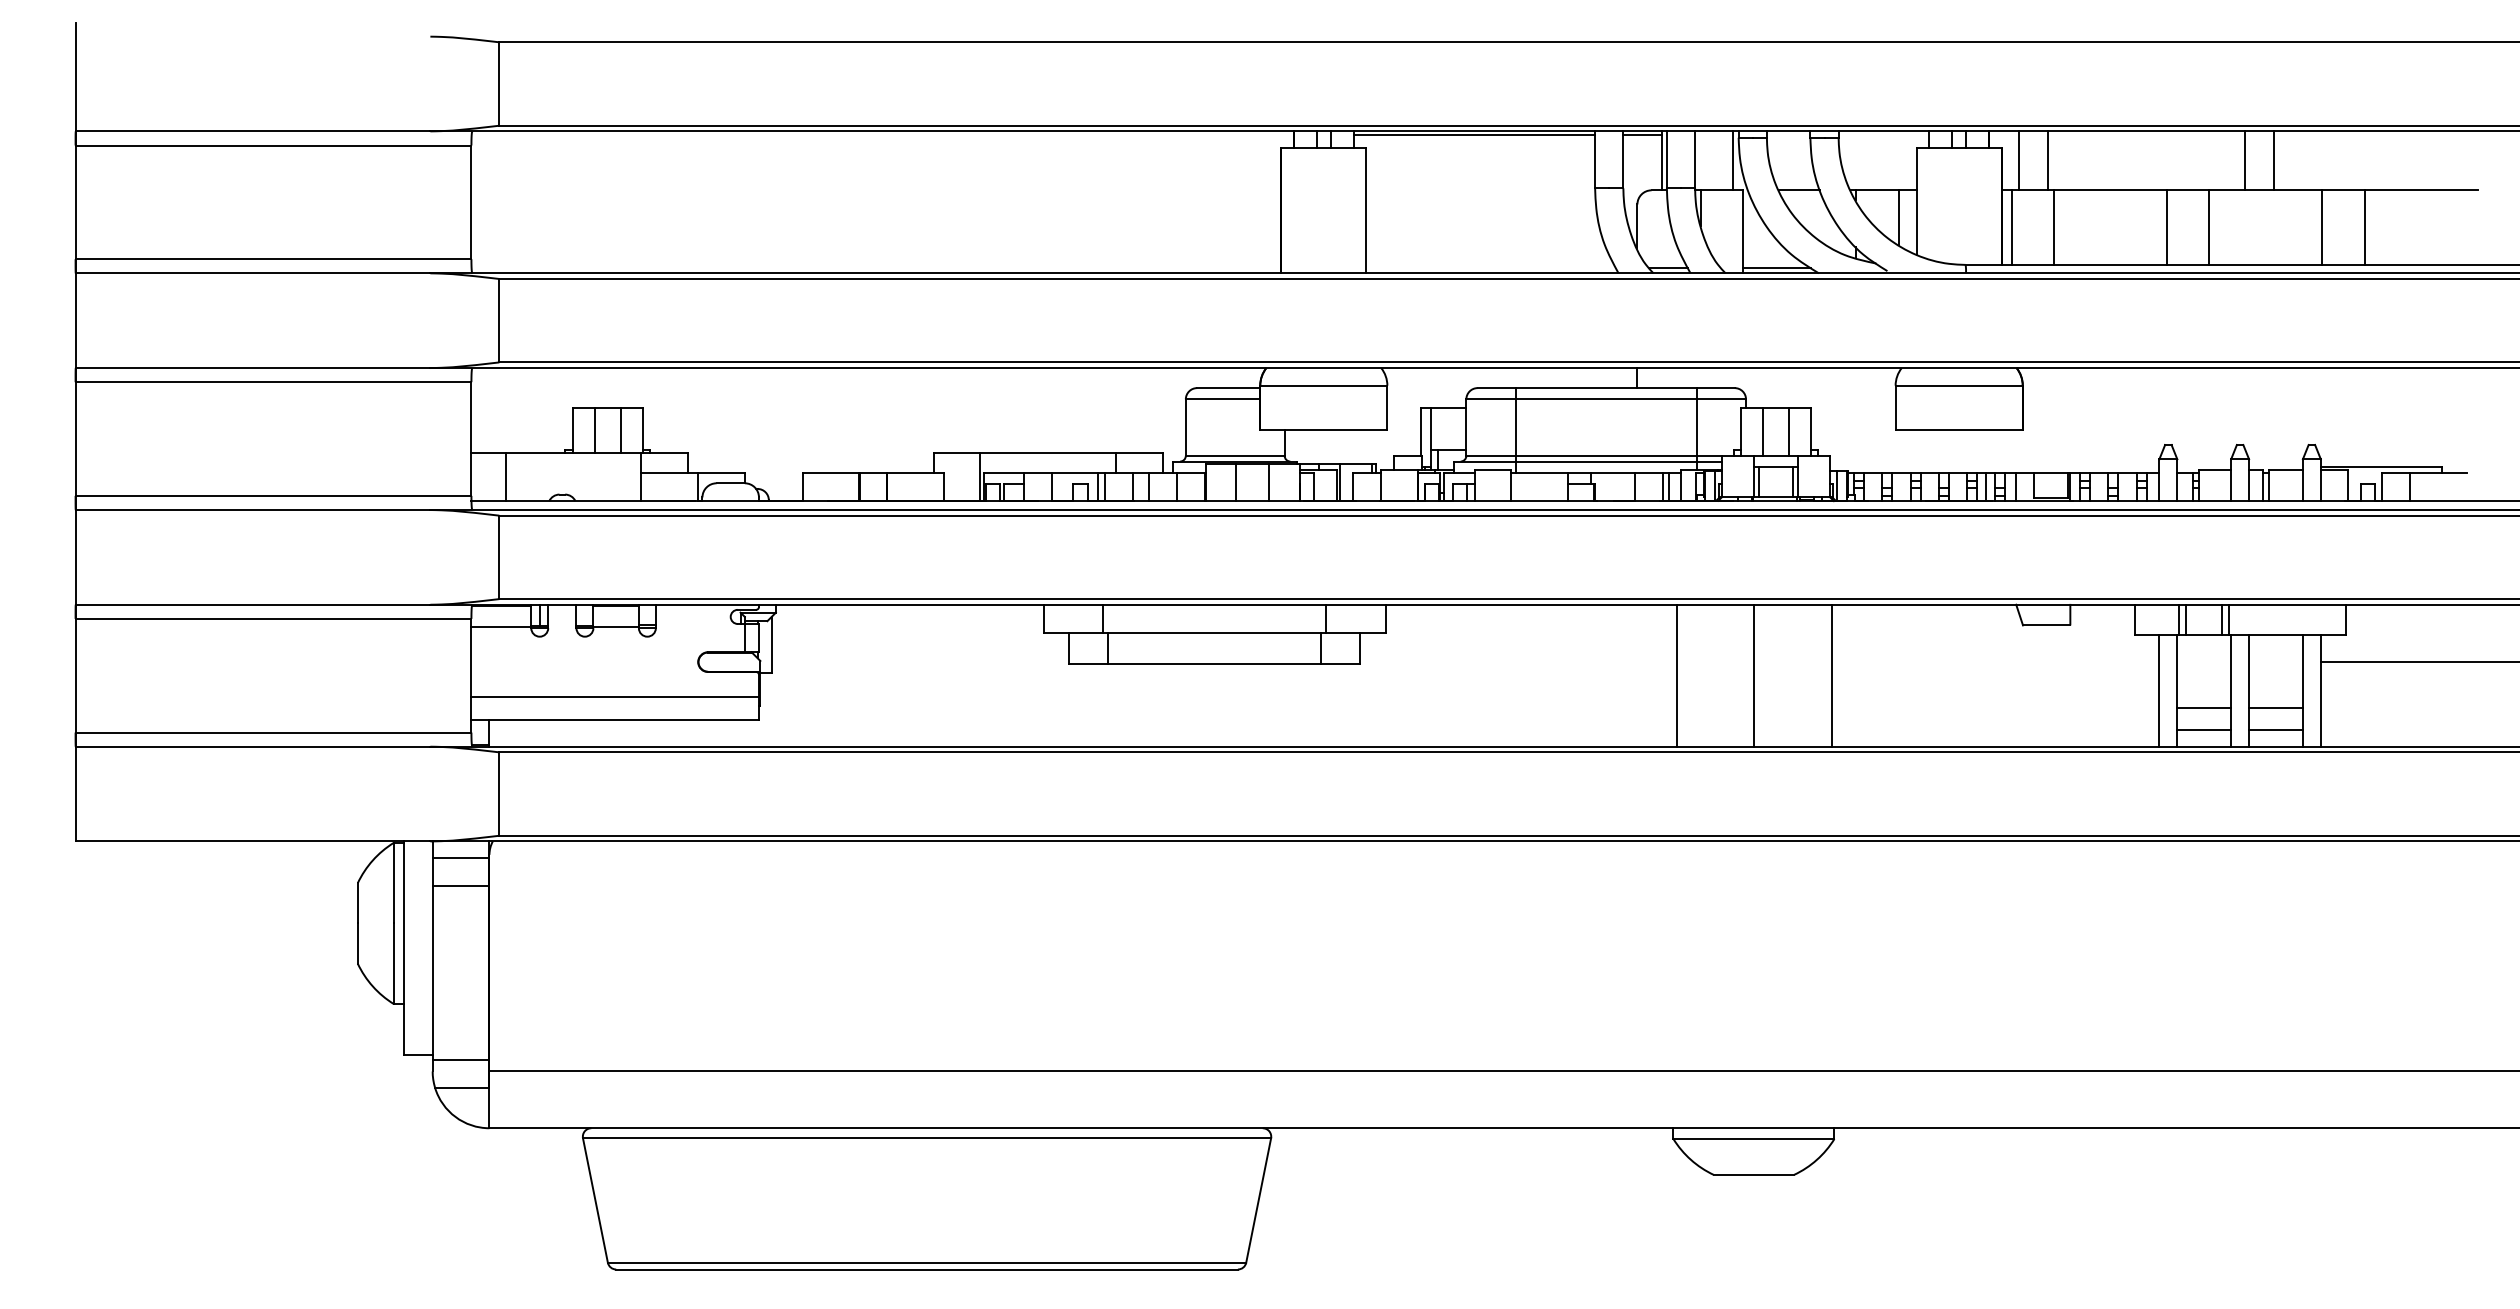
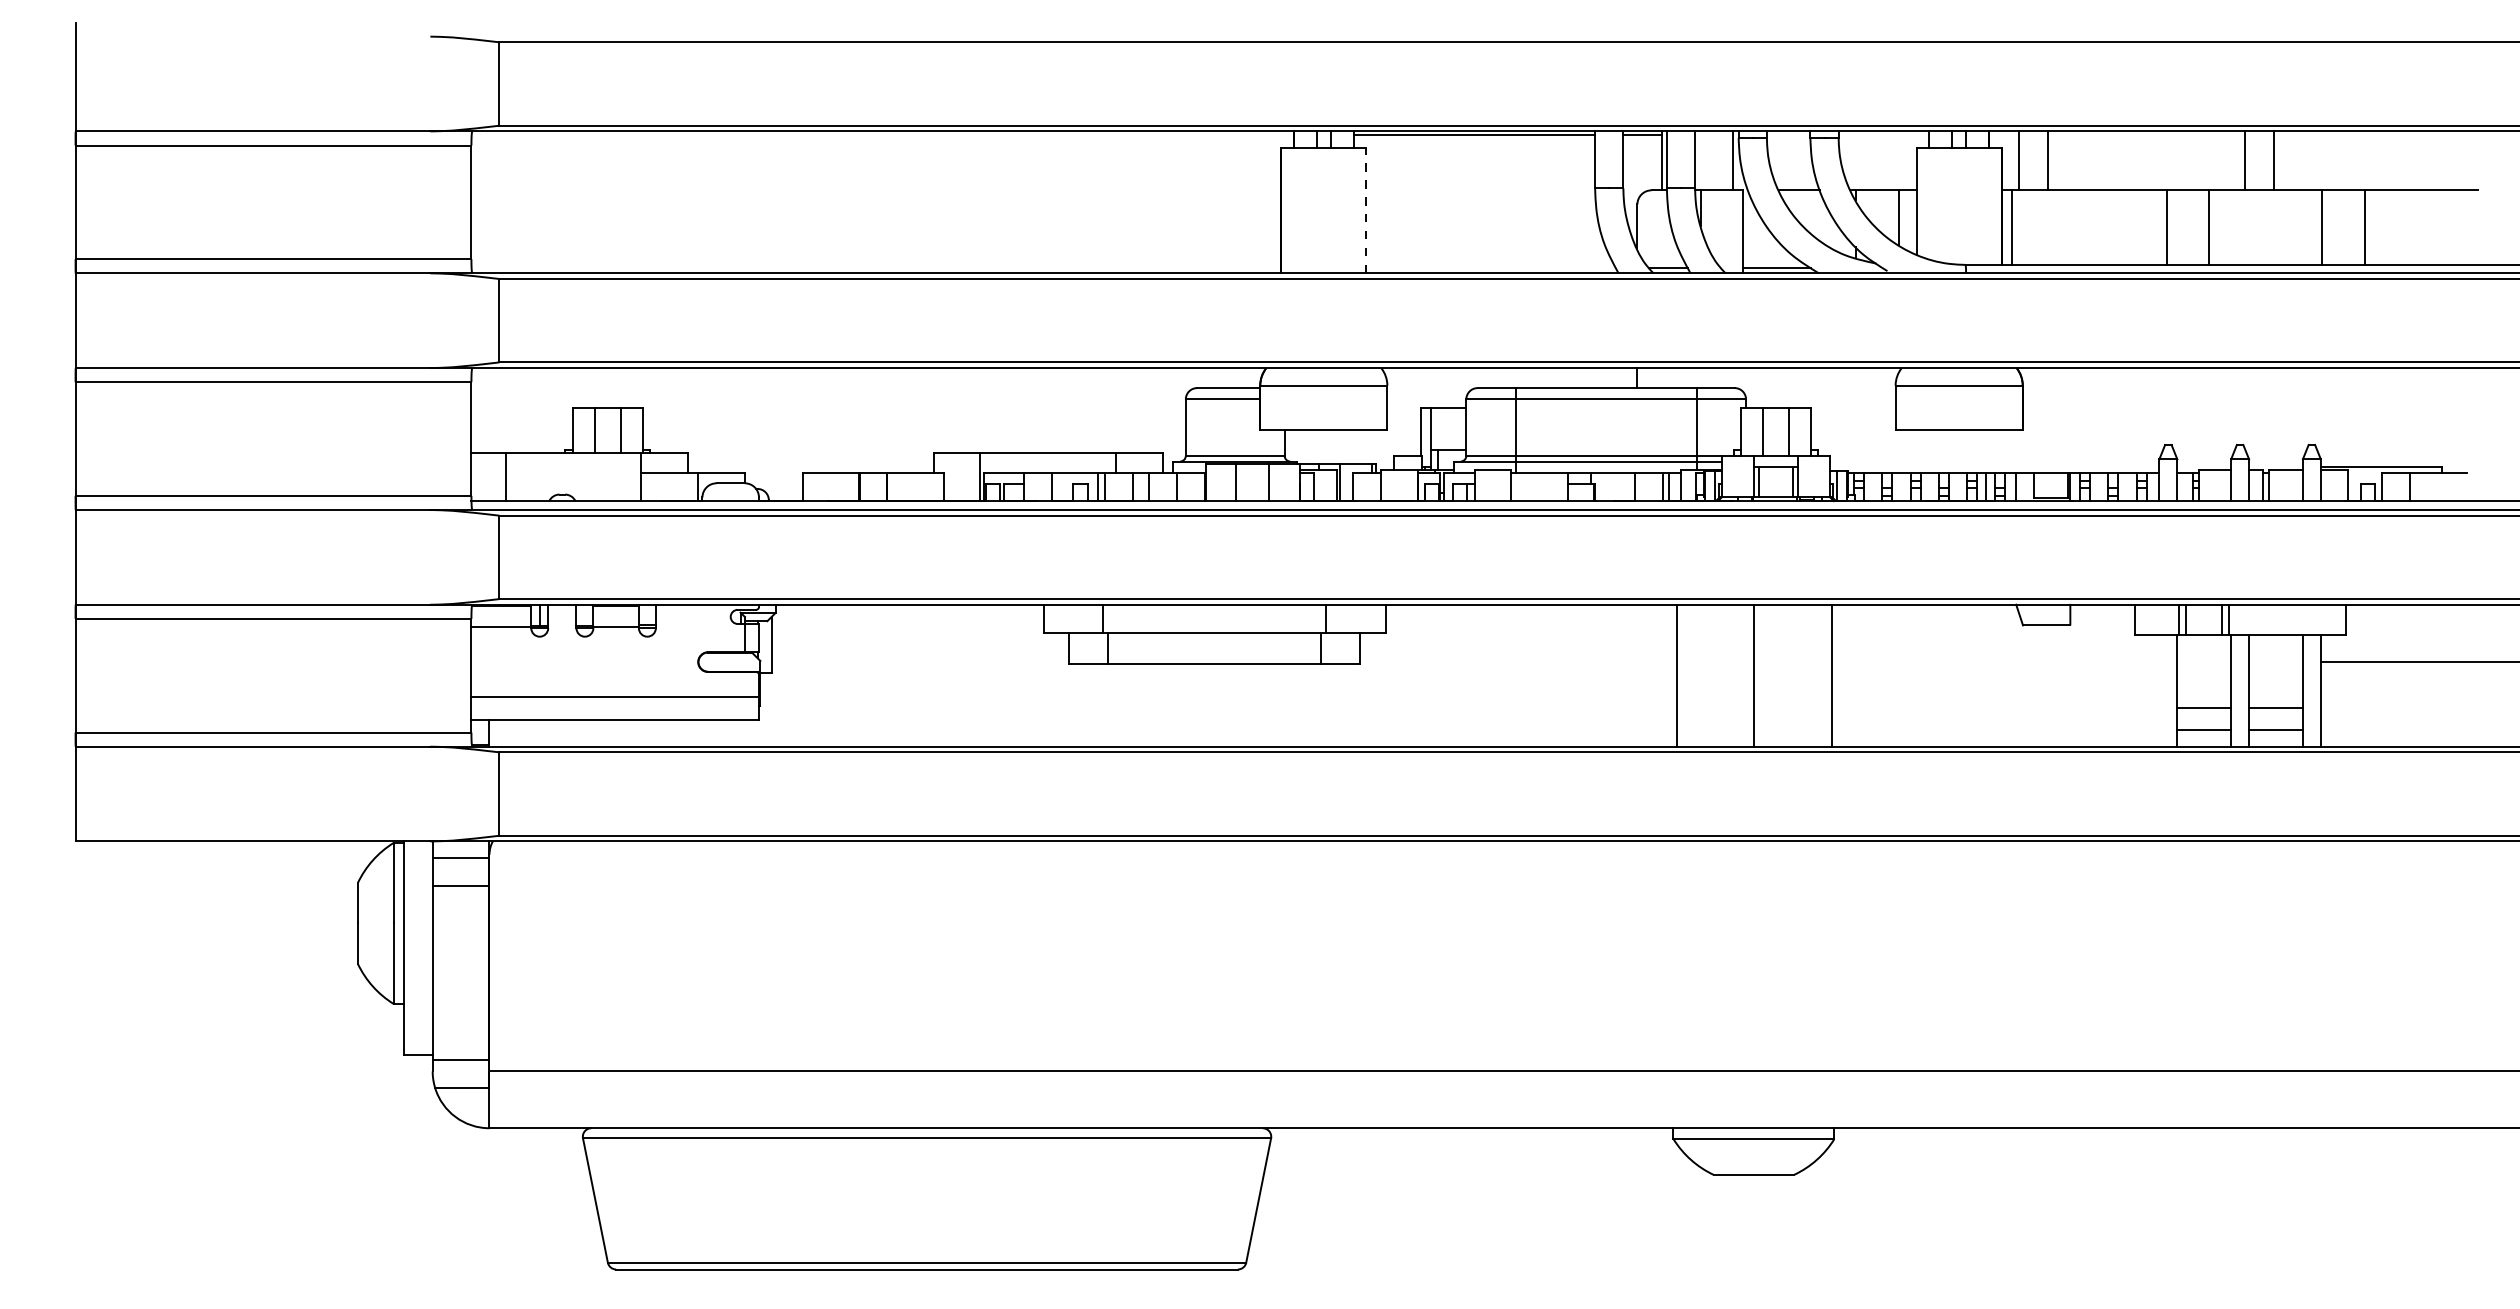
line at (1366, 210): solid -> dashed
line at (2054, 227): present -> none
line at (2159, 690): present -> none
